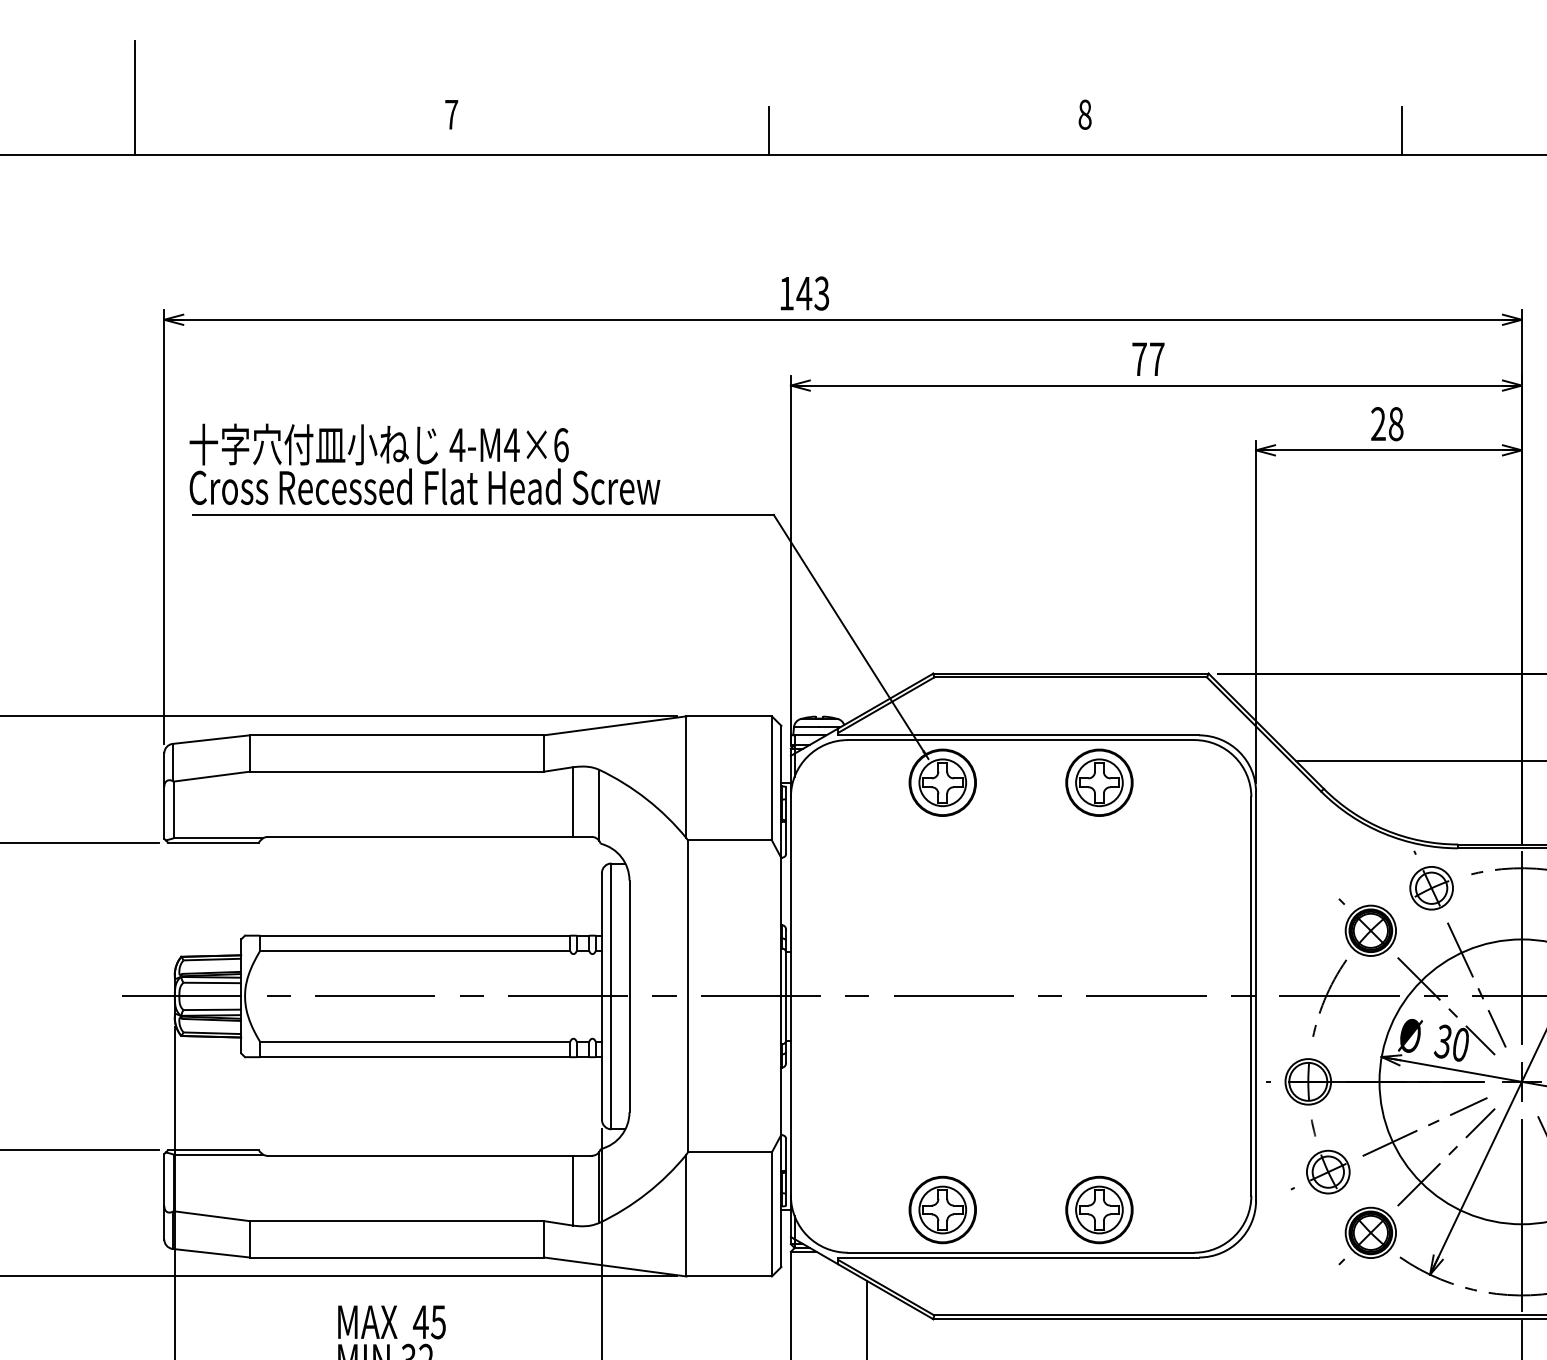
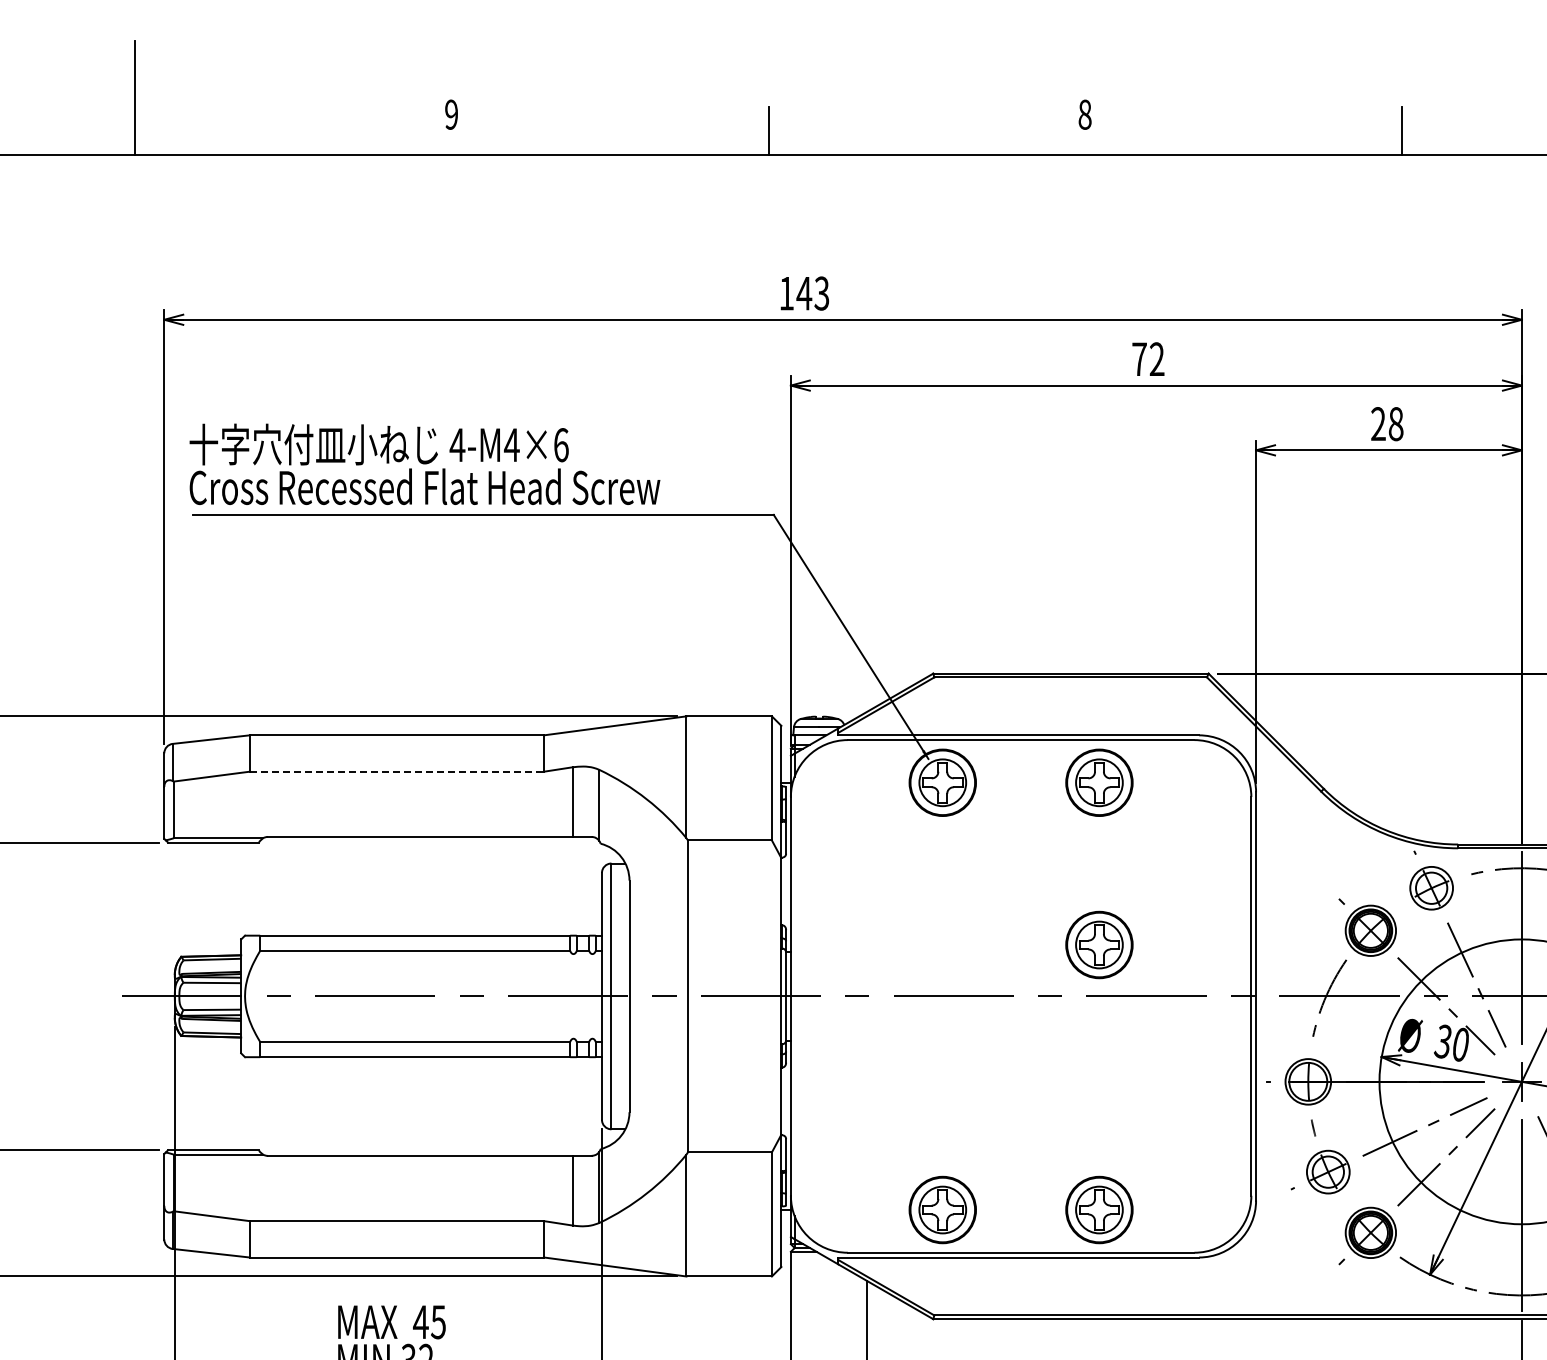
text at (451, 114): 7 -> 9
text at (1156, 358): 77 -> 72
line at (1419, 761): present -> none
line at (397, 771): solid -> dashed
part at (1099, 944): none -> present
